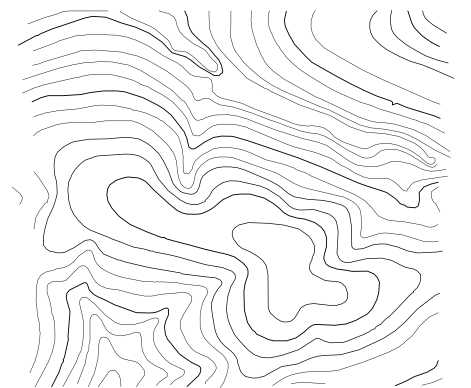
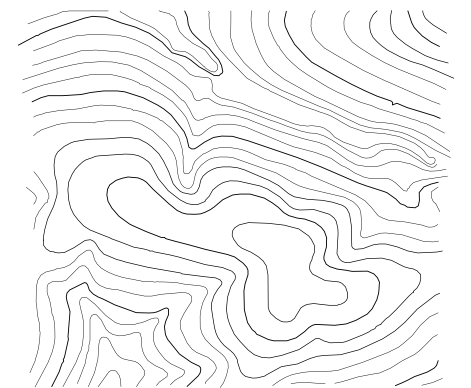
curve at (387, 63): none -> present
line at (19, 193) position: (19, 193) -> (33, 193)
curve at (388, 368): none -> present
